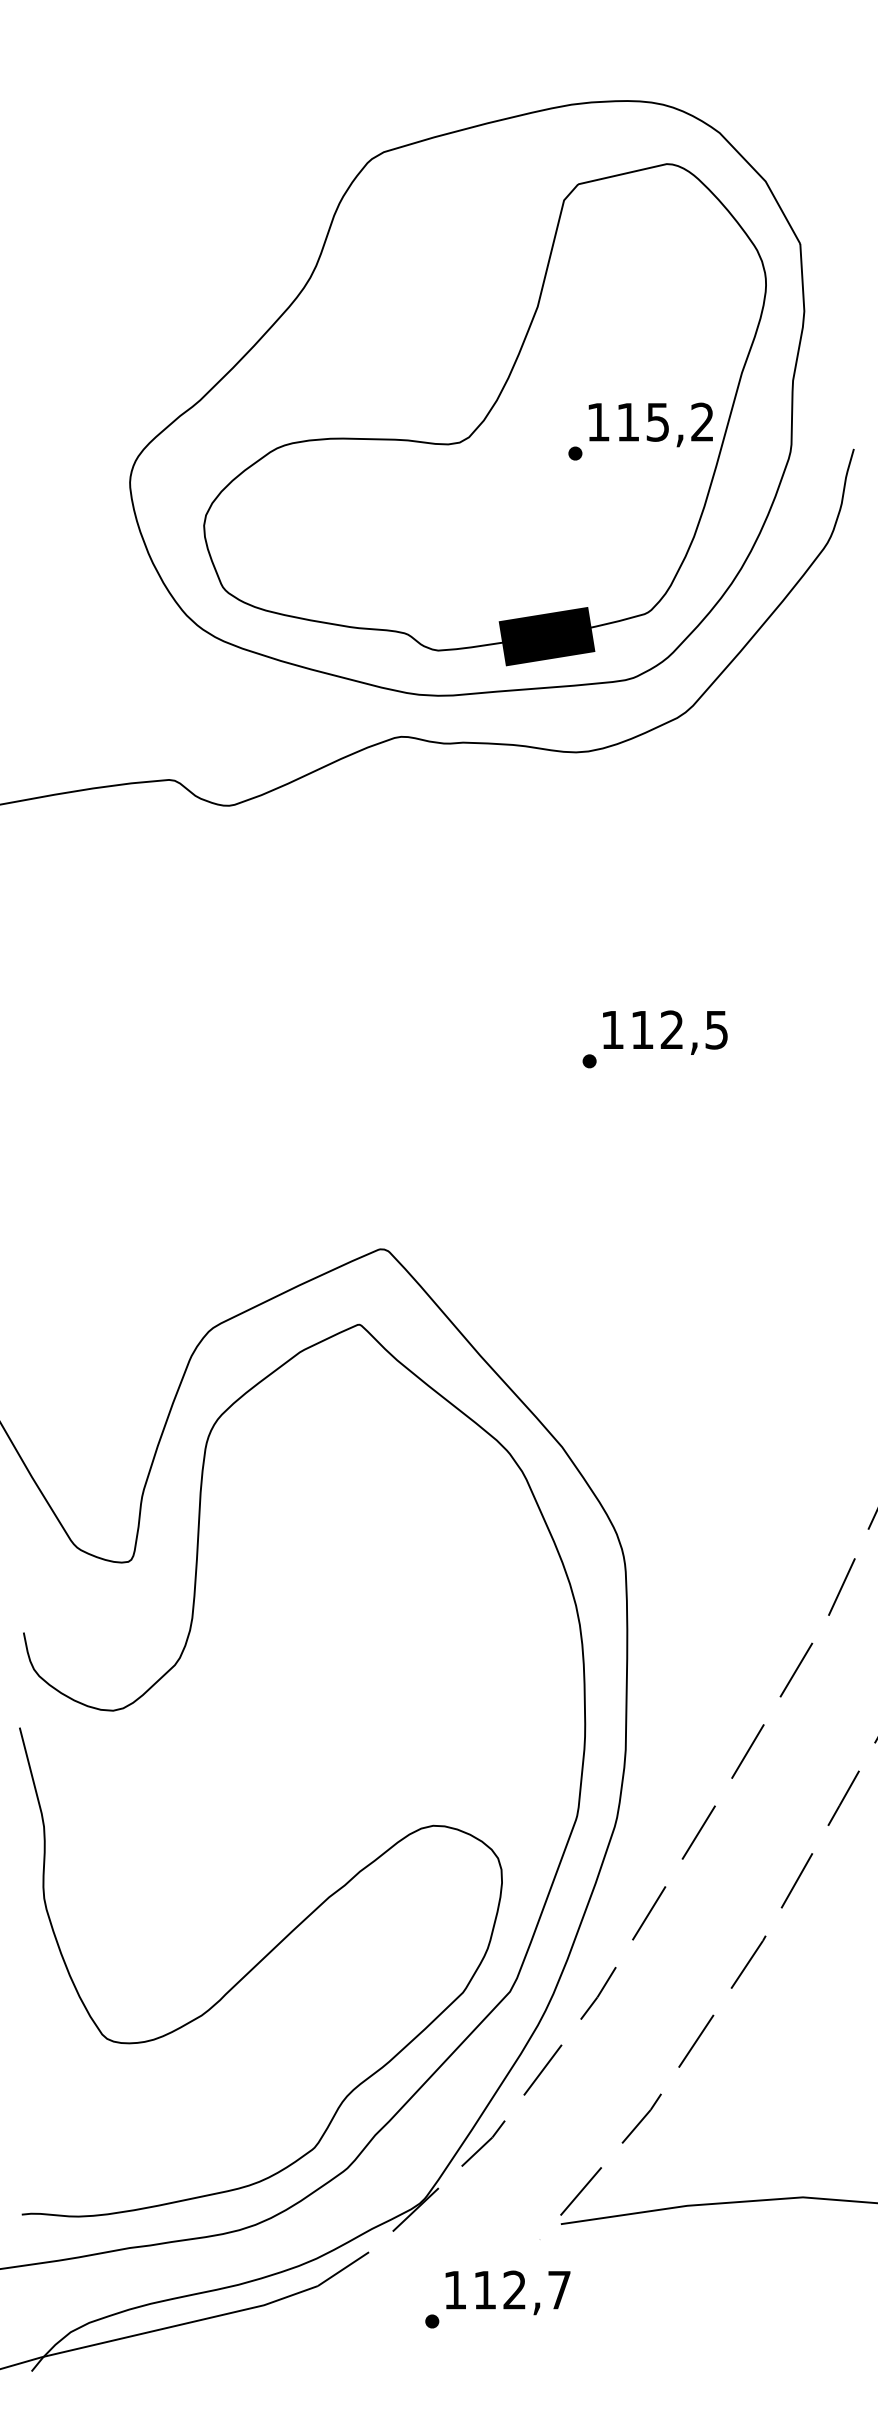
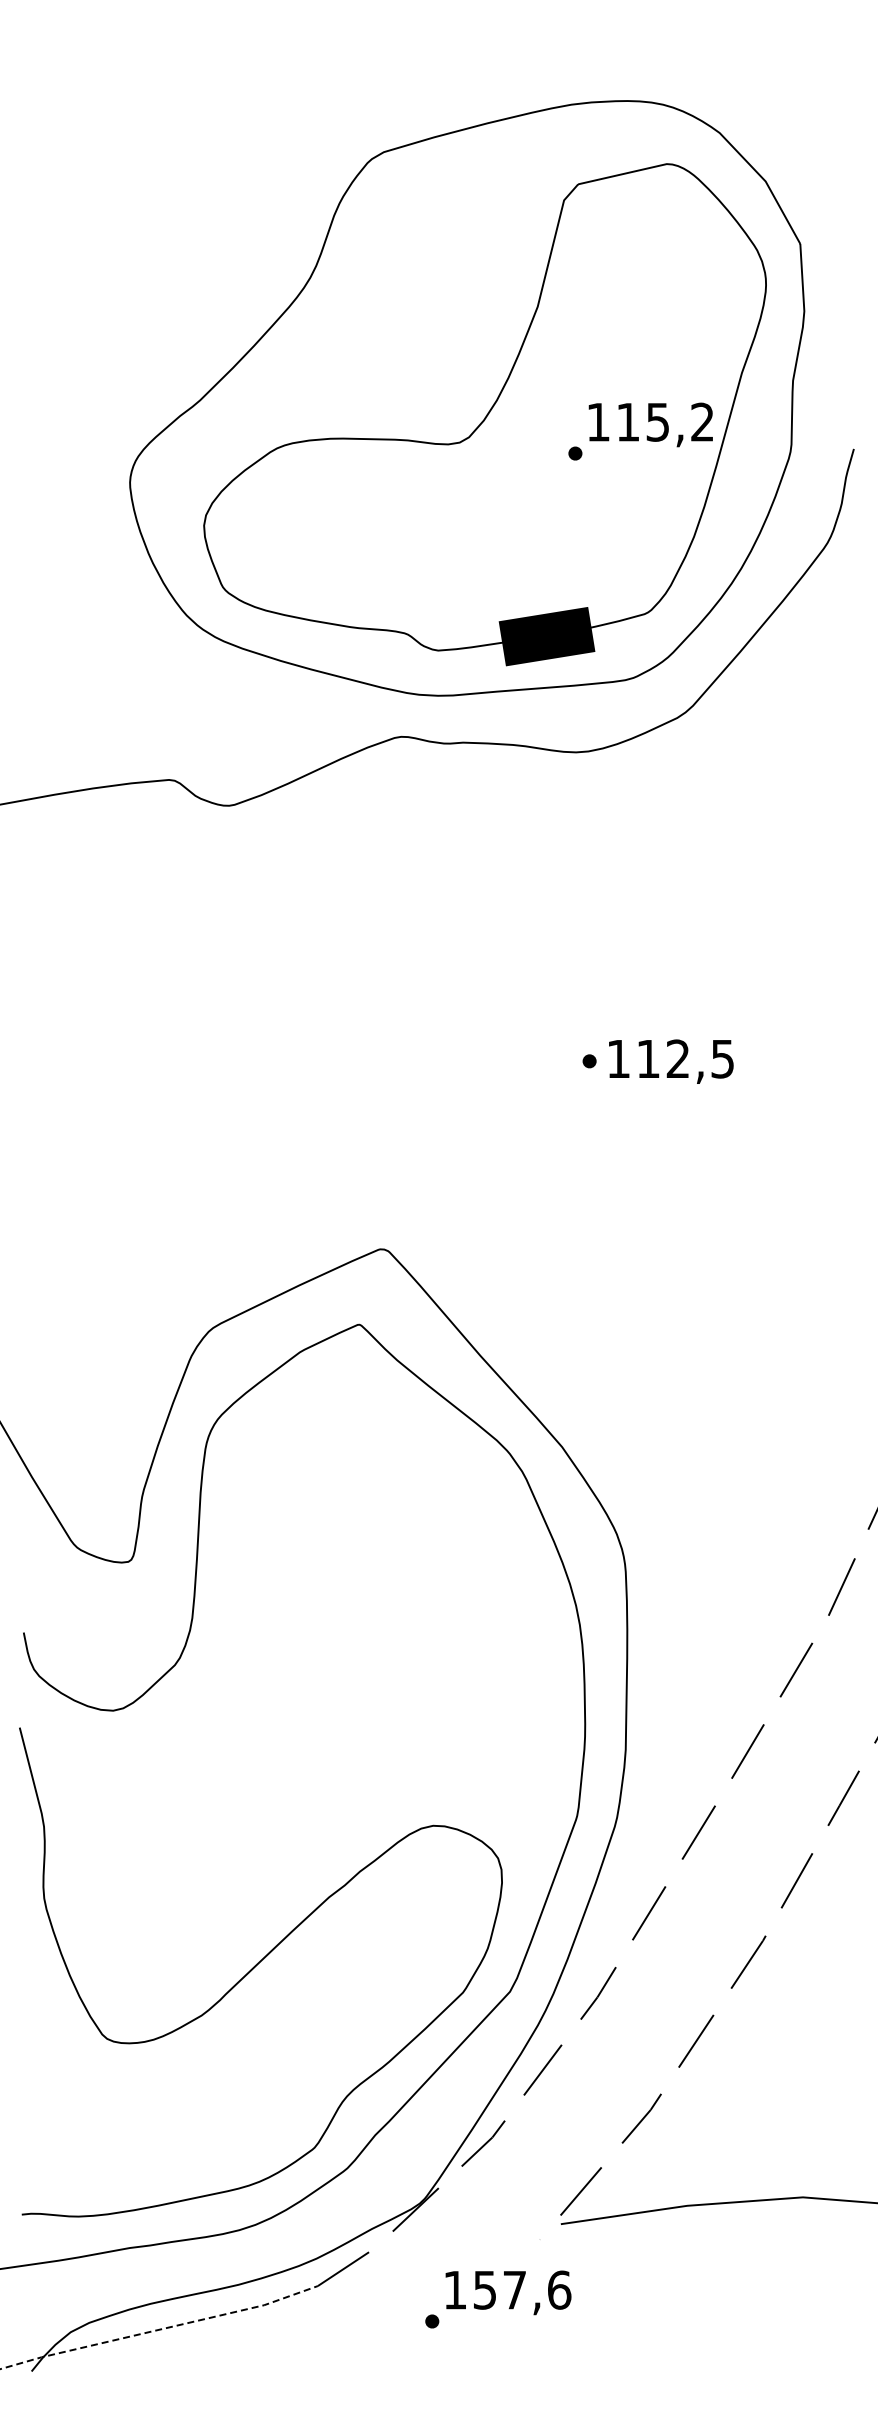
text at (665, 1032) position: (665, 1032) -> (671, 1061)
text at (522, 2289): 112,7 -> 157,6
line at (160, 2329): solid -> dashed
